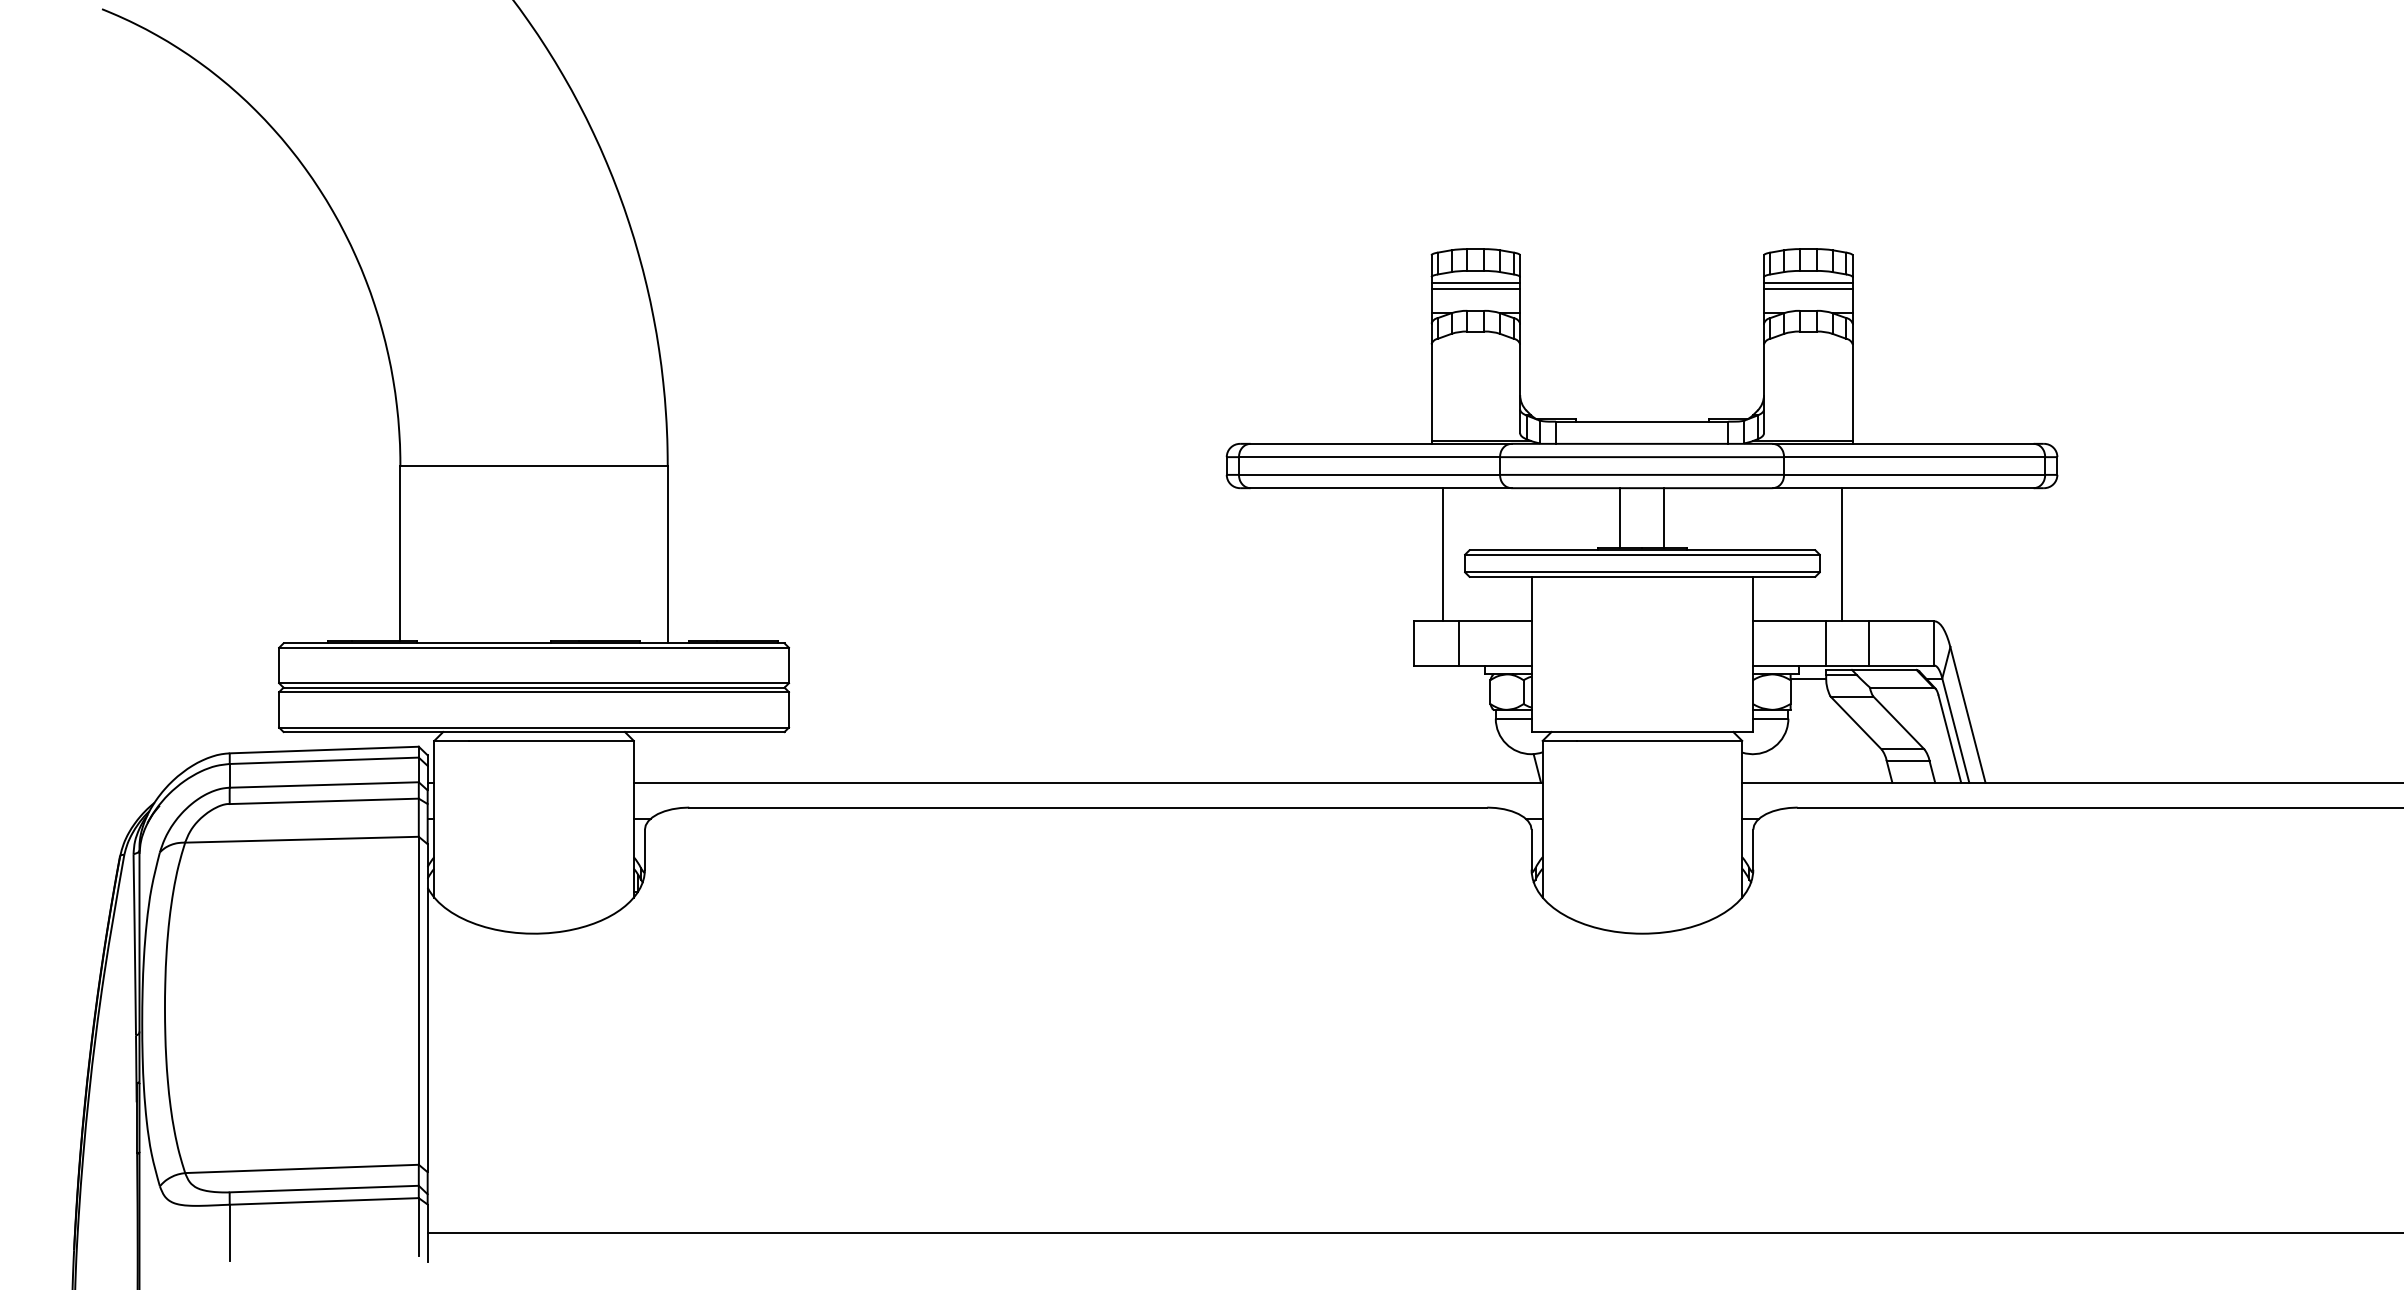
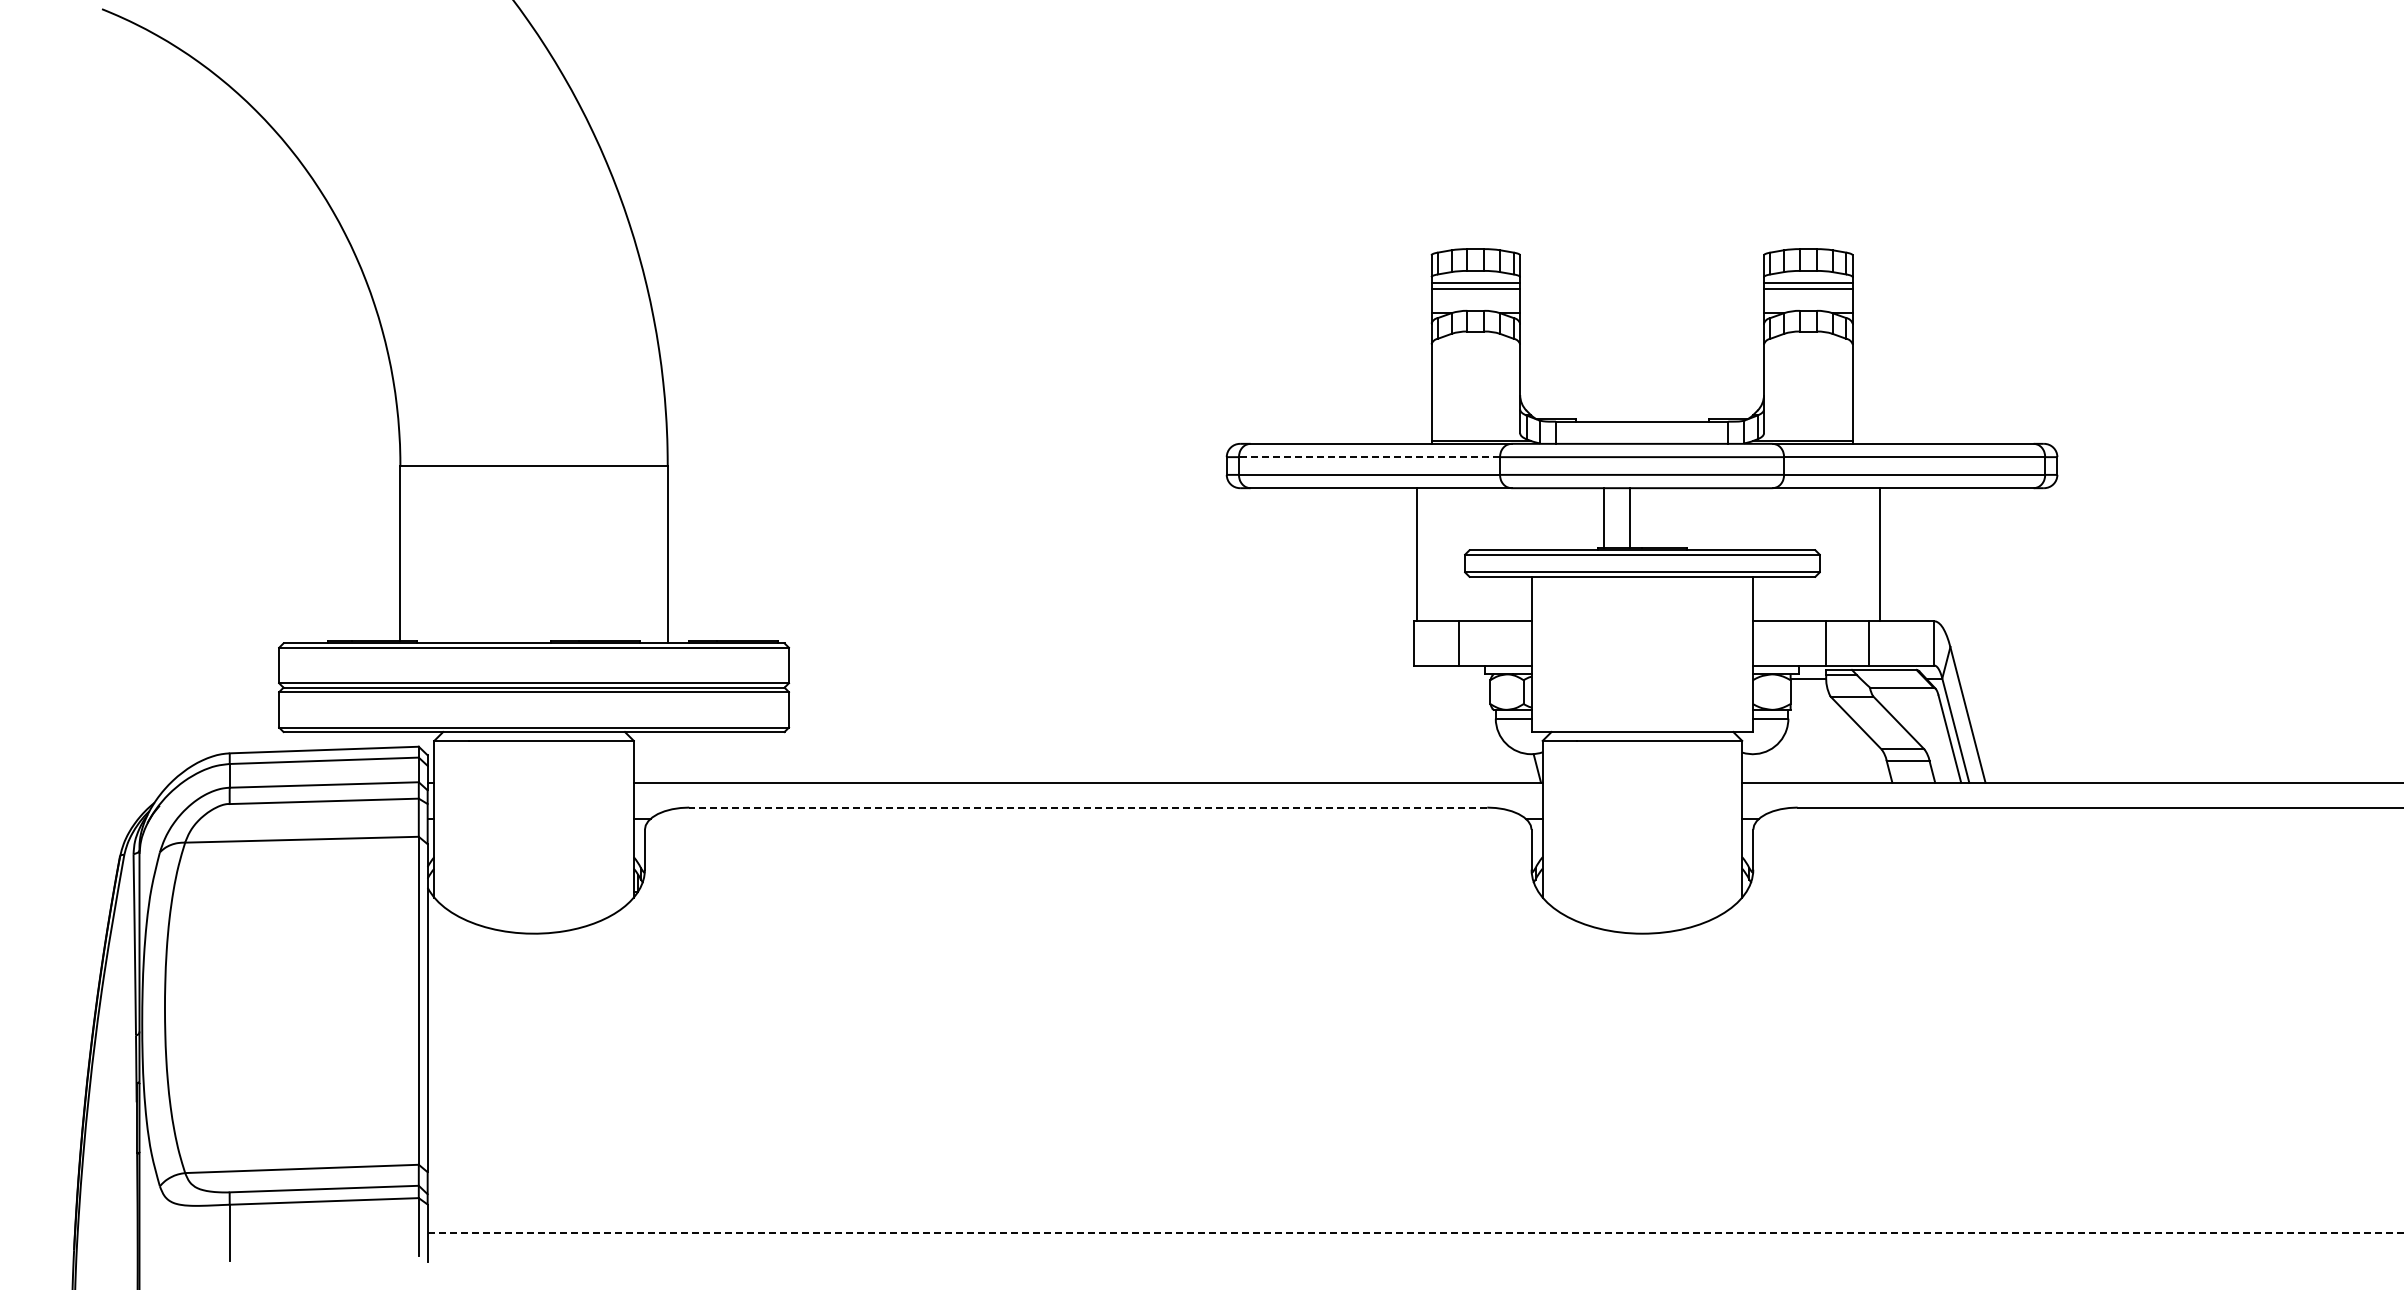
line at (1369, 457): solid -> dashed
line at (1619, 518) position: (1619, 518) -> (1603, 518)
line at (1664, 518) position: (1664, 518) -> (1630, 518)
line at (1442, 554) position: (1442, 554) -> (1416, 554)
line at (1841, 554) position: (1841, 554) -> (1879, 554)
line at (1087, 807): solid -> dashed
line at (1415, 1233): solid -> dashed
